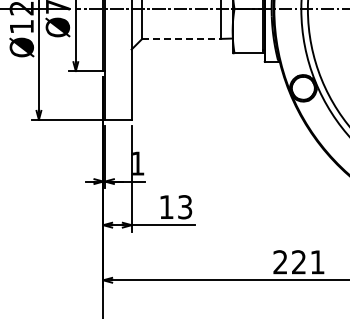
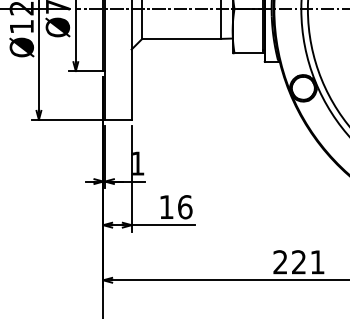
line at (182, 38): dashed -> solid
text at (185, 207): 13 -> 16
